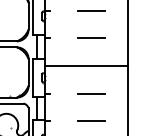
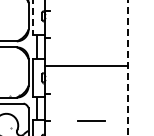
line at (91, 10): present -> none
line at (33, 18): solid -> dashed
line at (91, 38): present -> none
line at (127, 67): solid -> dashed
line at (91, 93): present -> none
